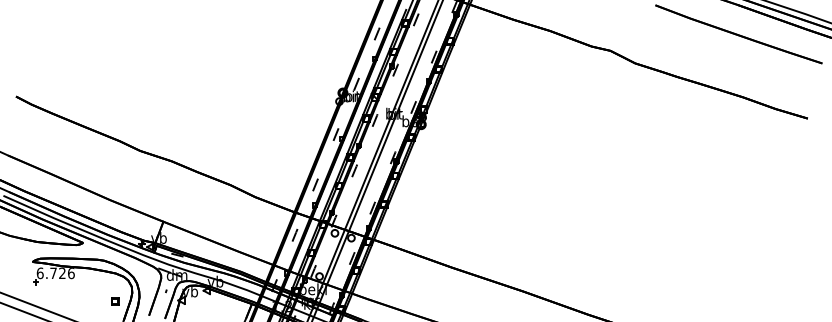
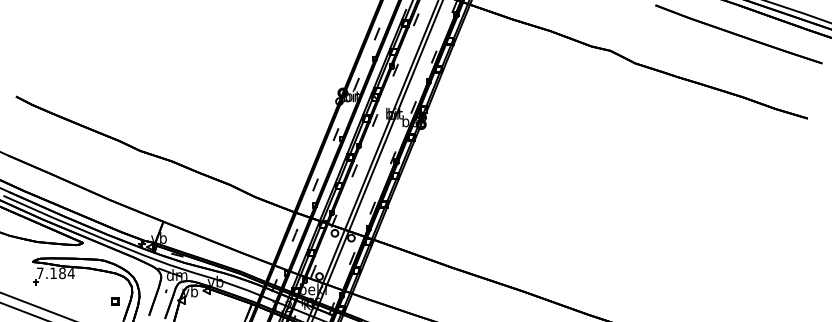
text at (55, 273): 6.726 -> 7.184
